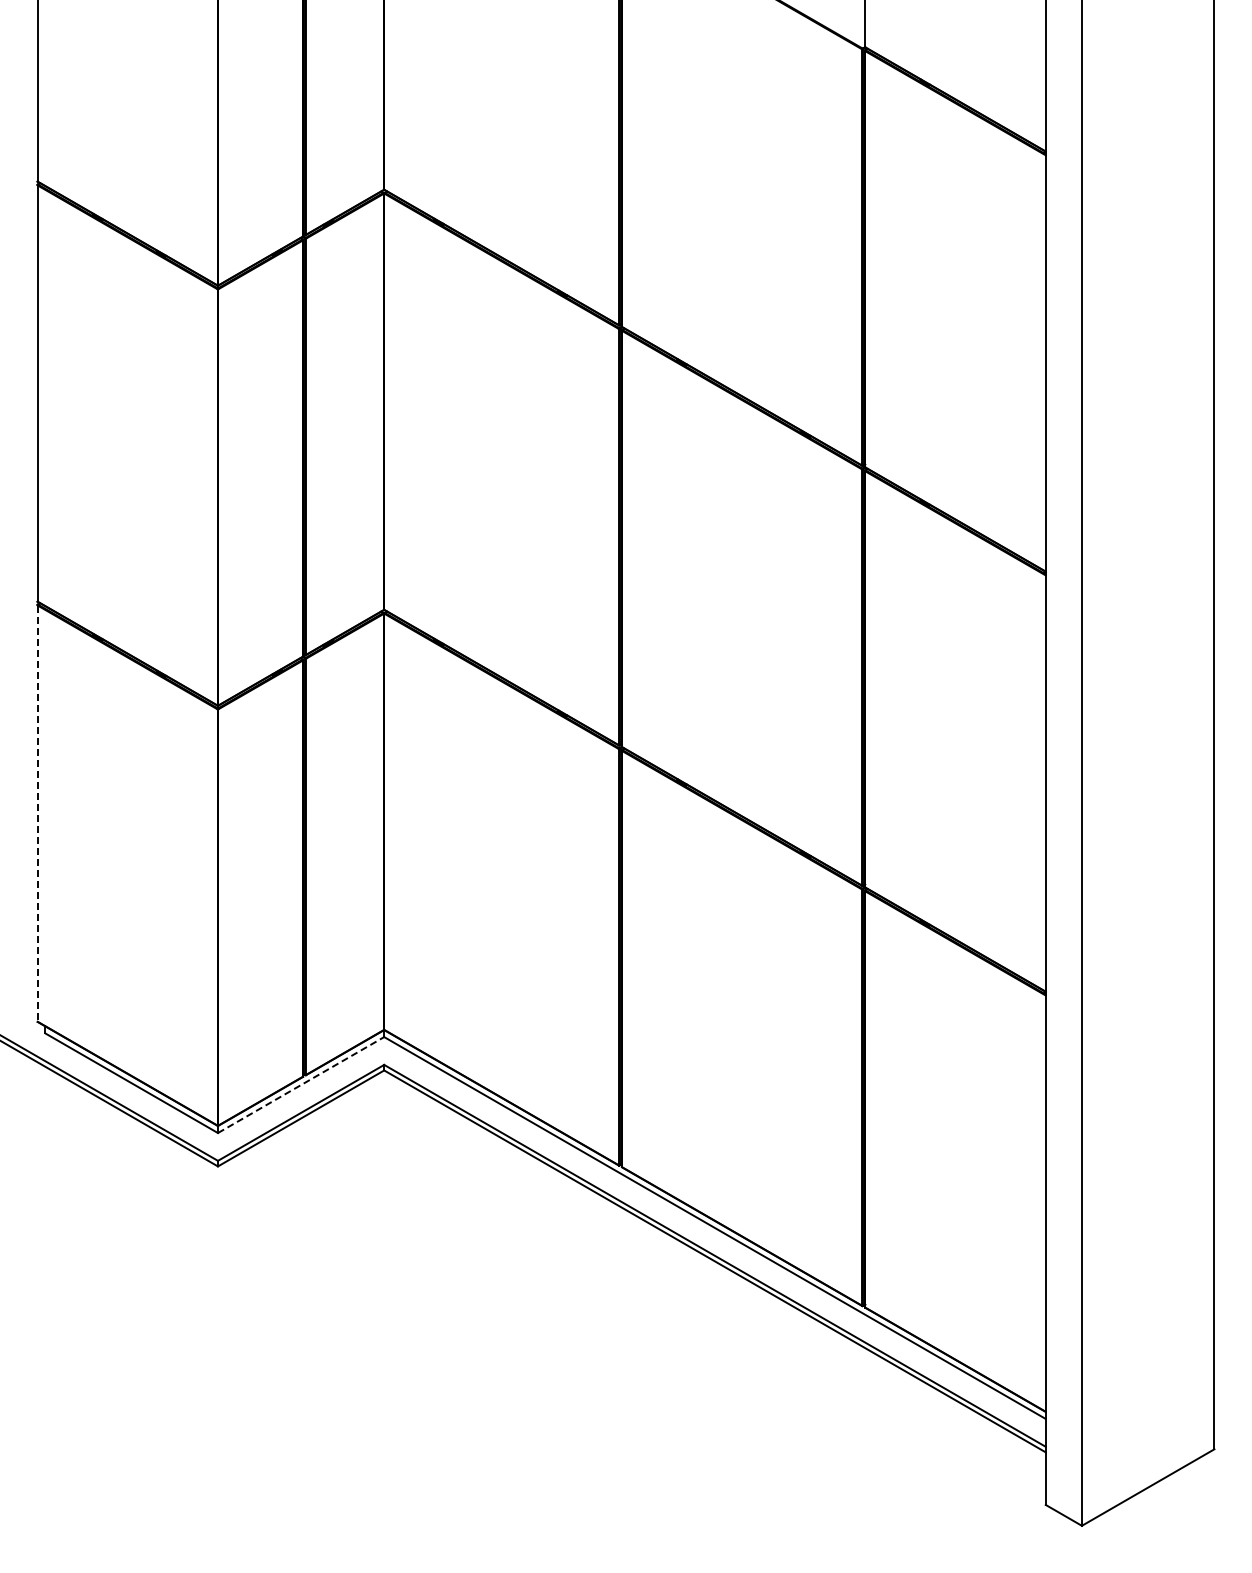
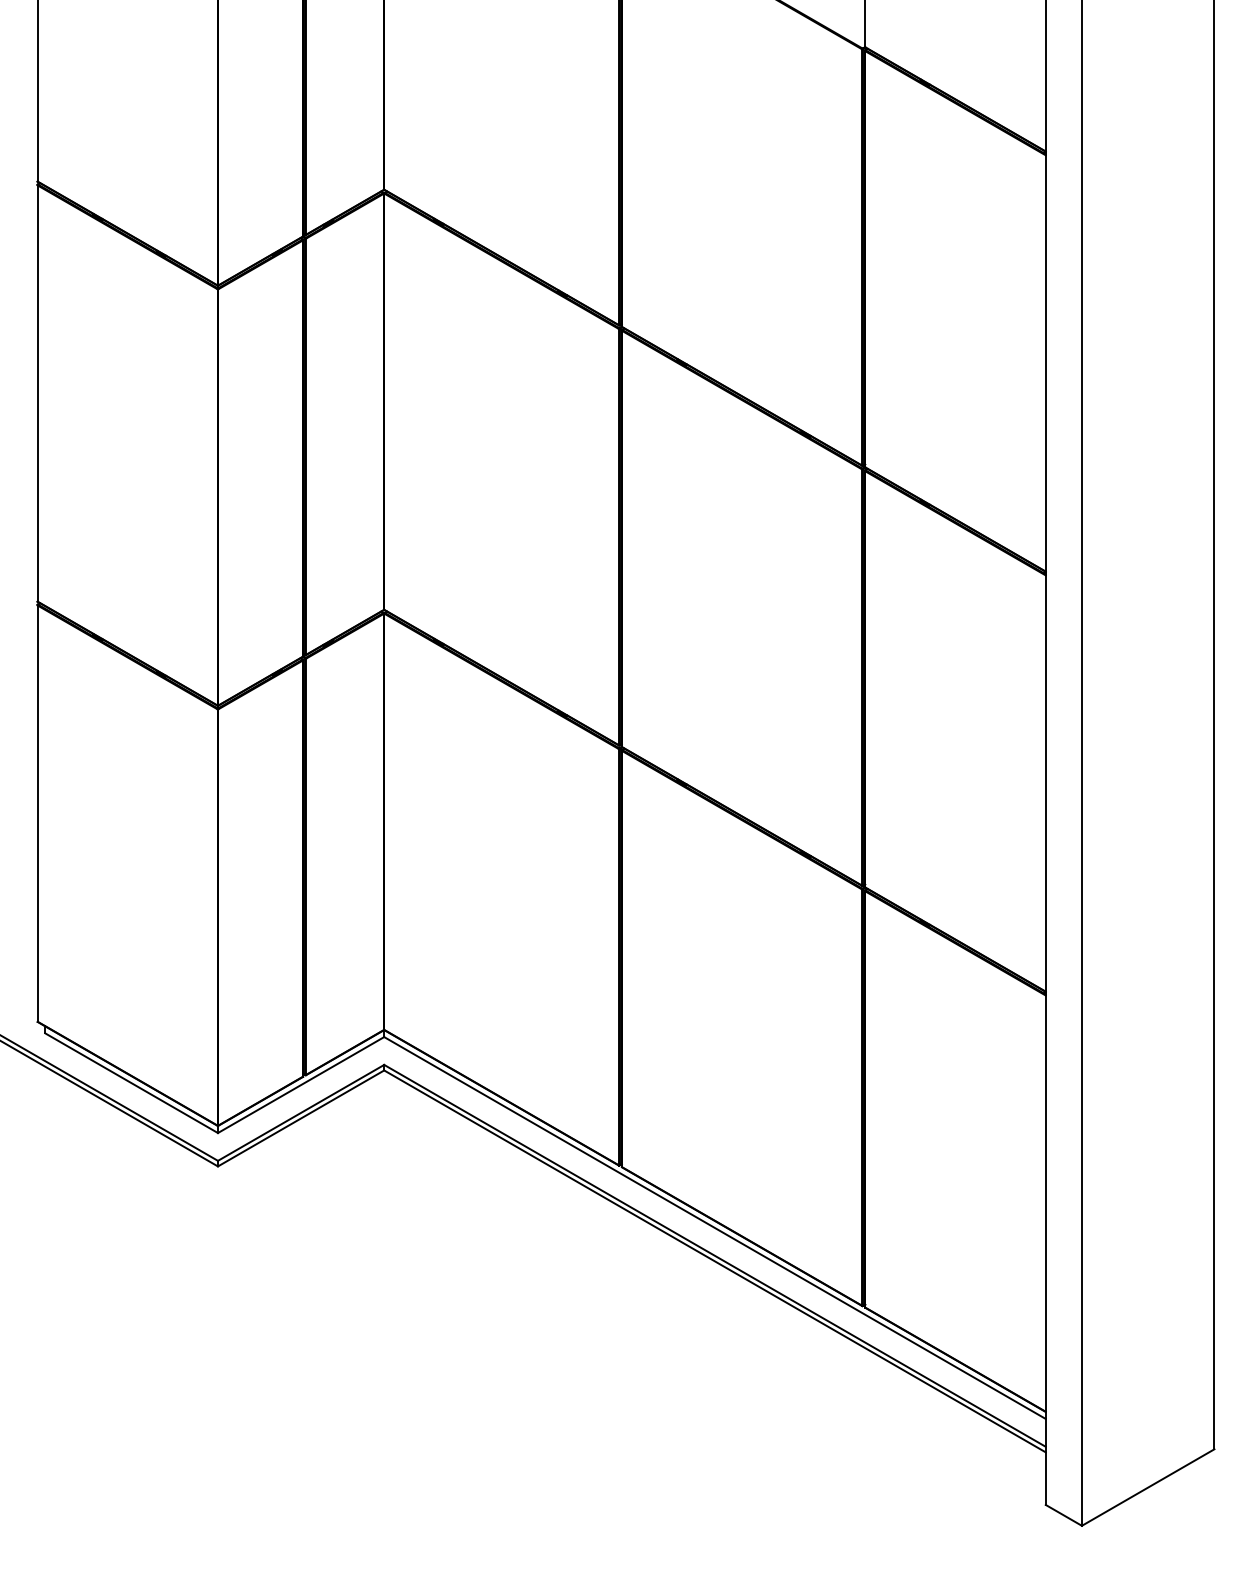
line at (37, 814): dashed -> solid
line at (301, 1085): dashed -> solid
